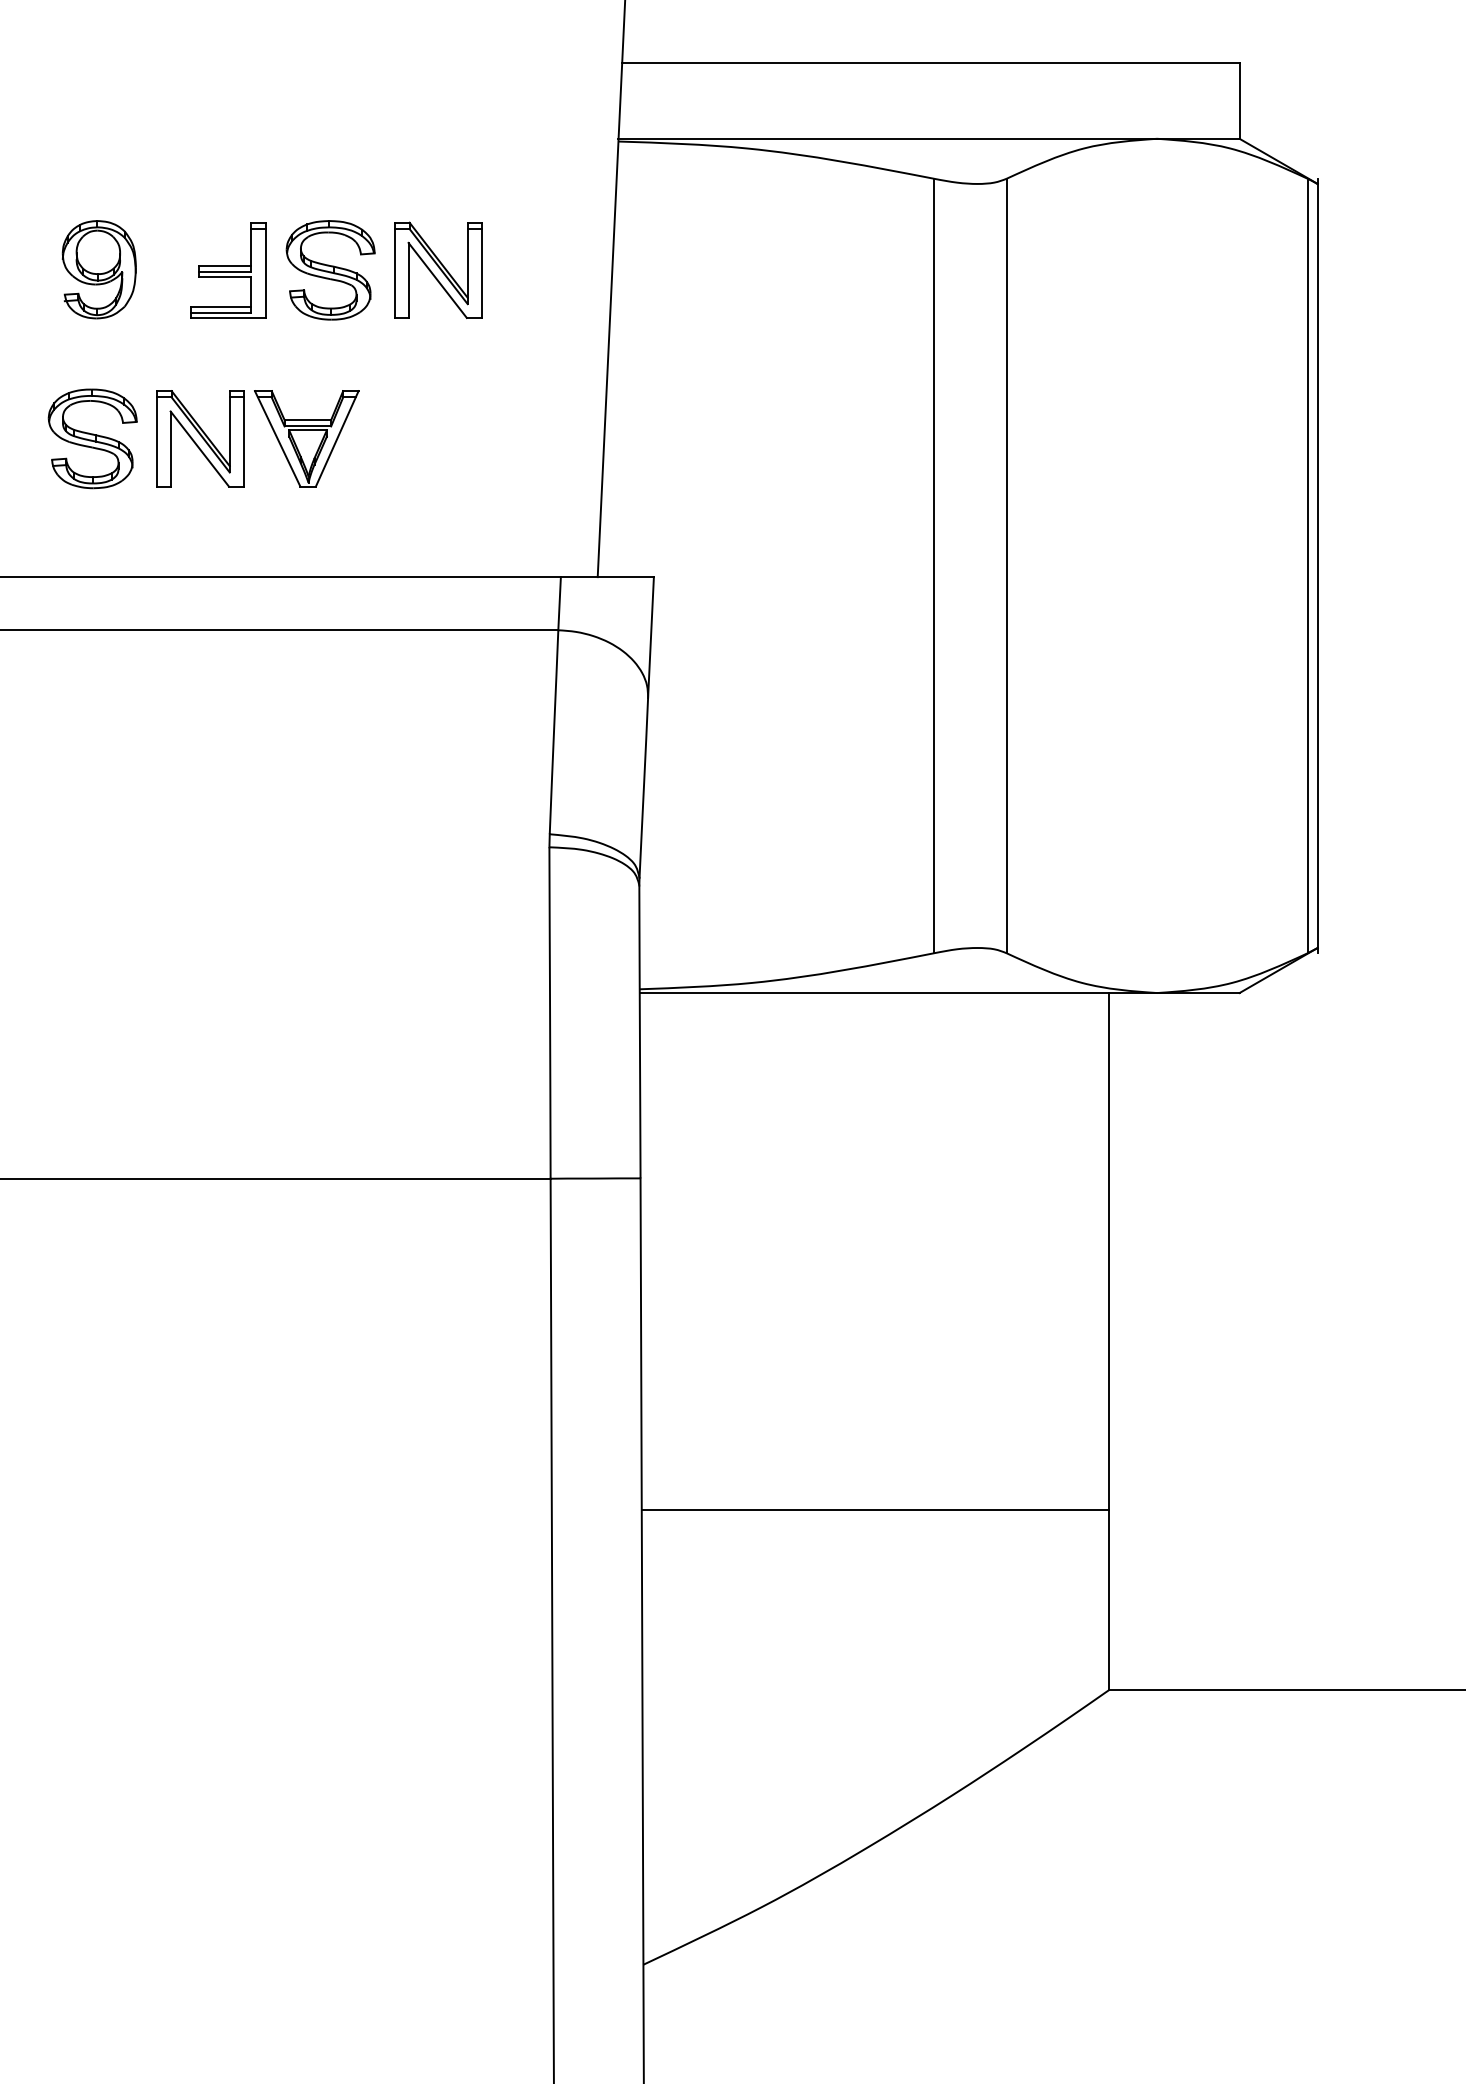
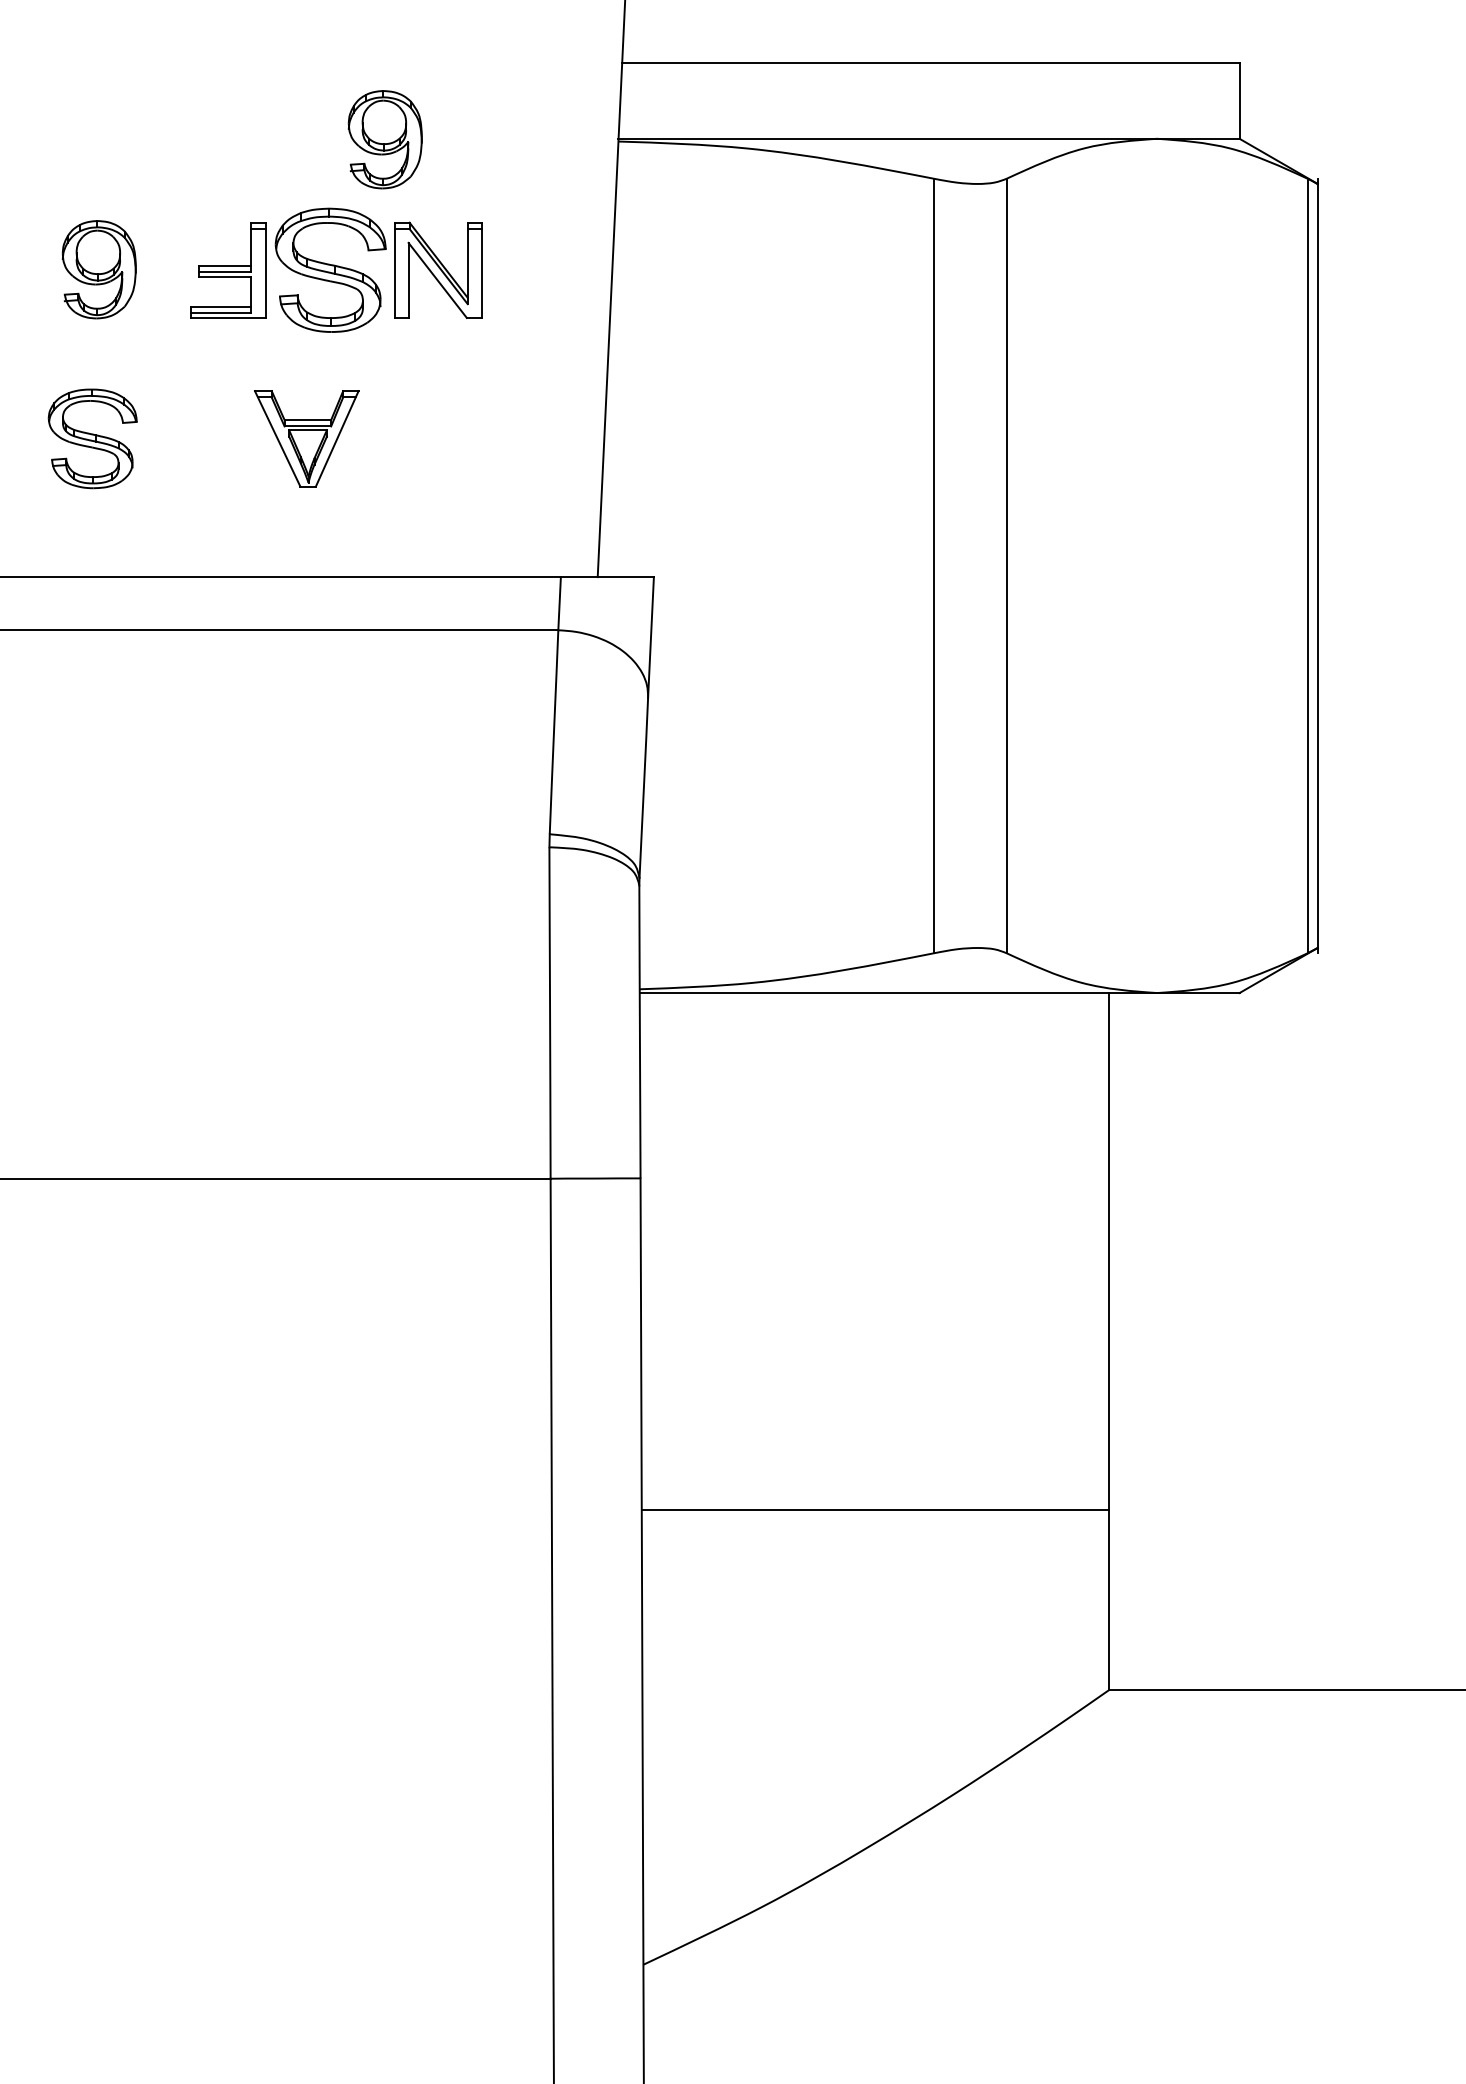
part at (384, 139): none -> present
part at (330, 270) size: 91x101 px -> 113x126 px
part at (200, 438): present -> none
